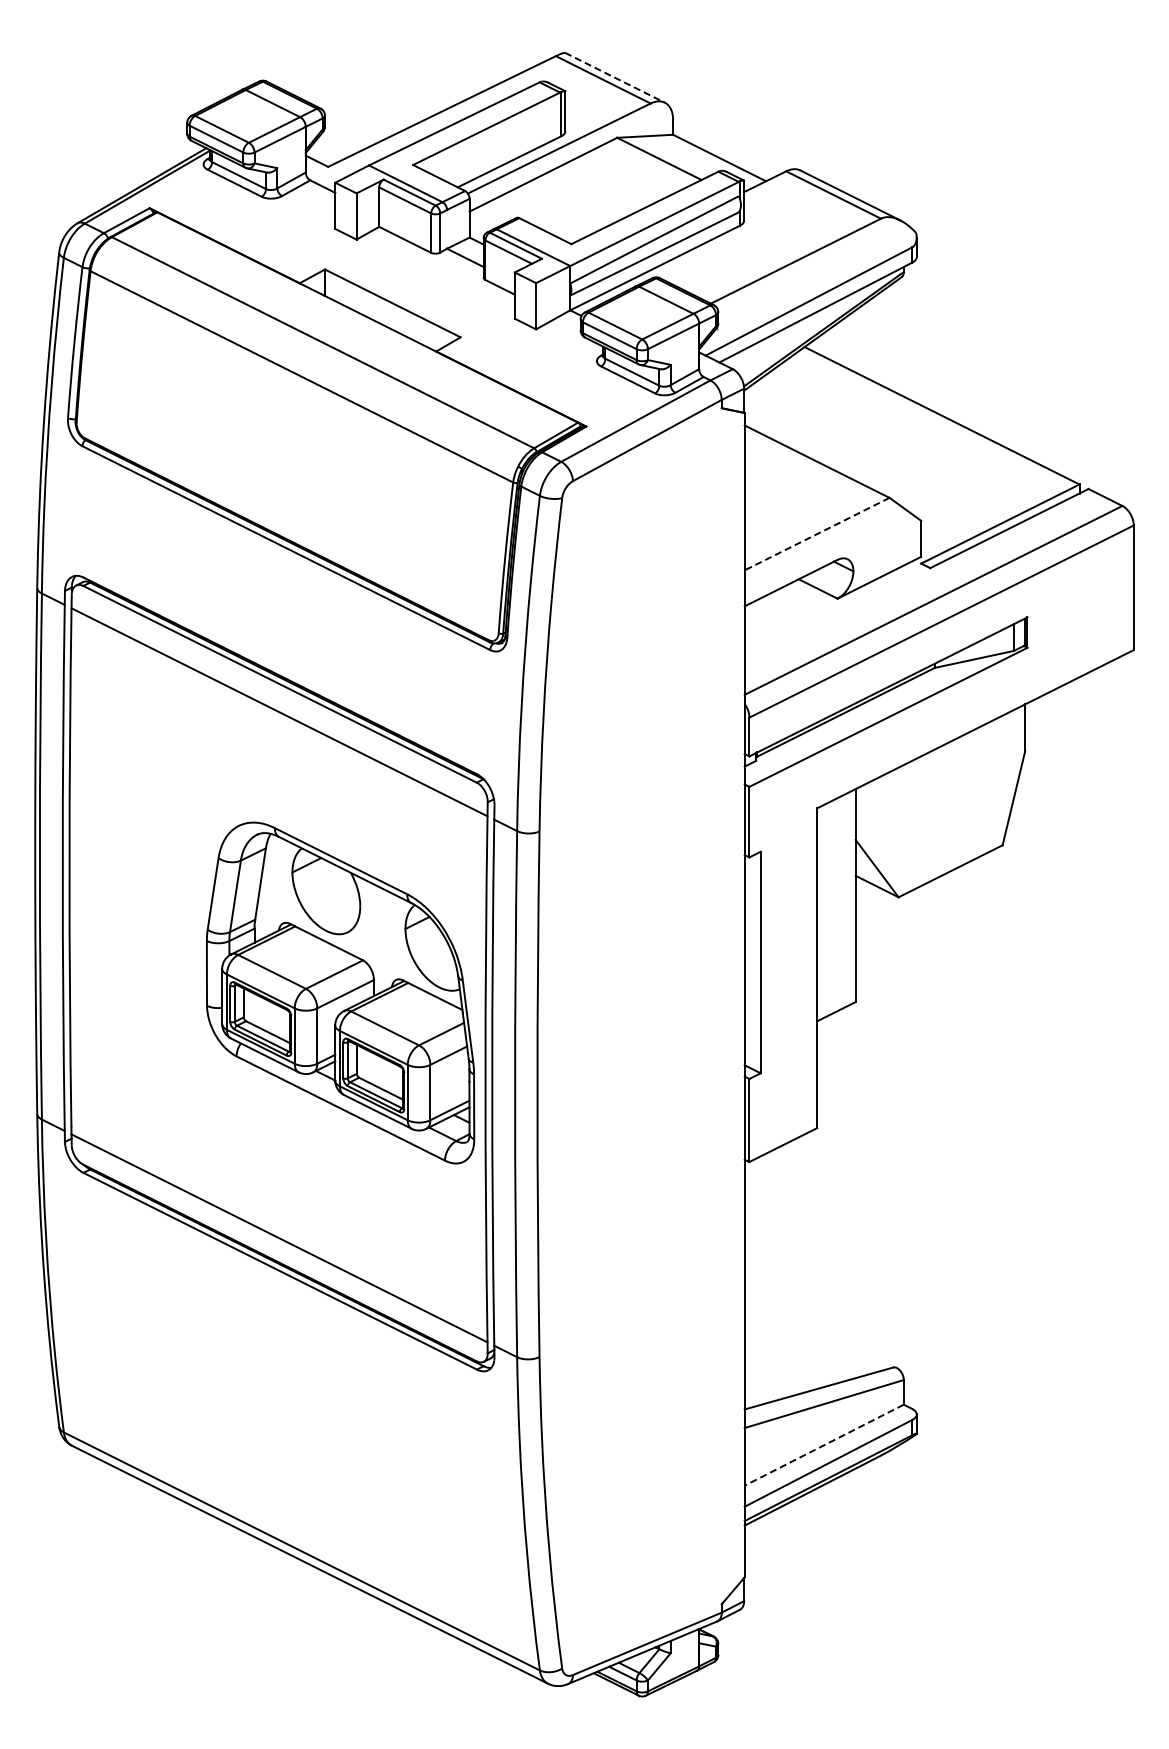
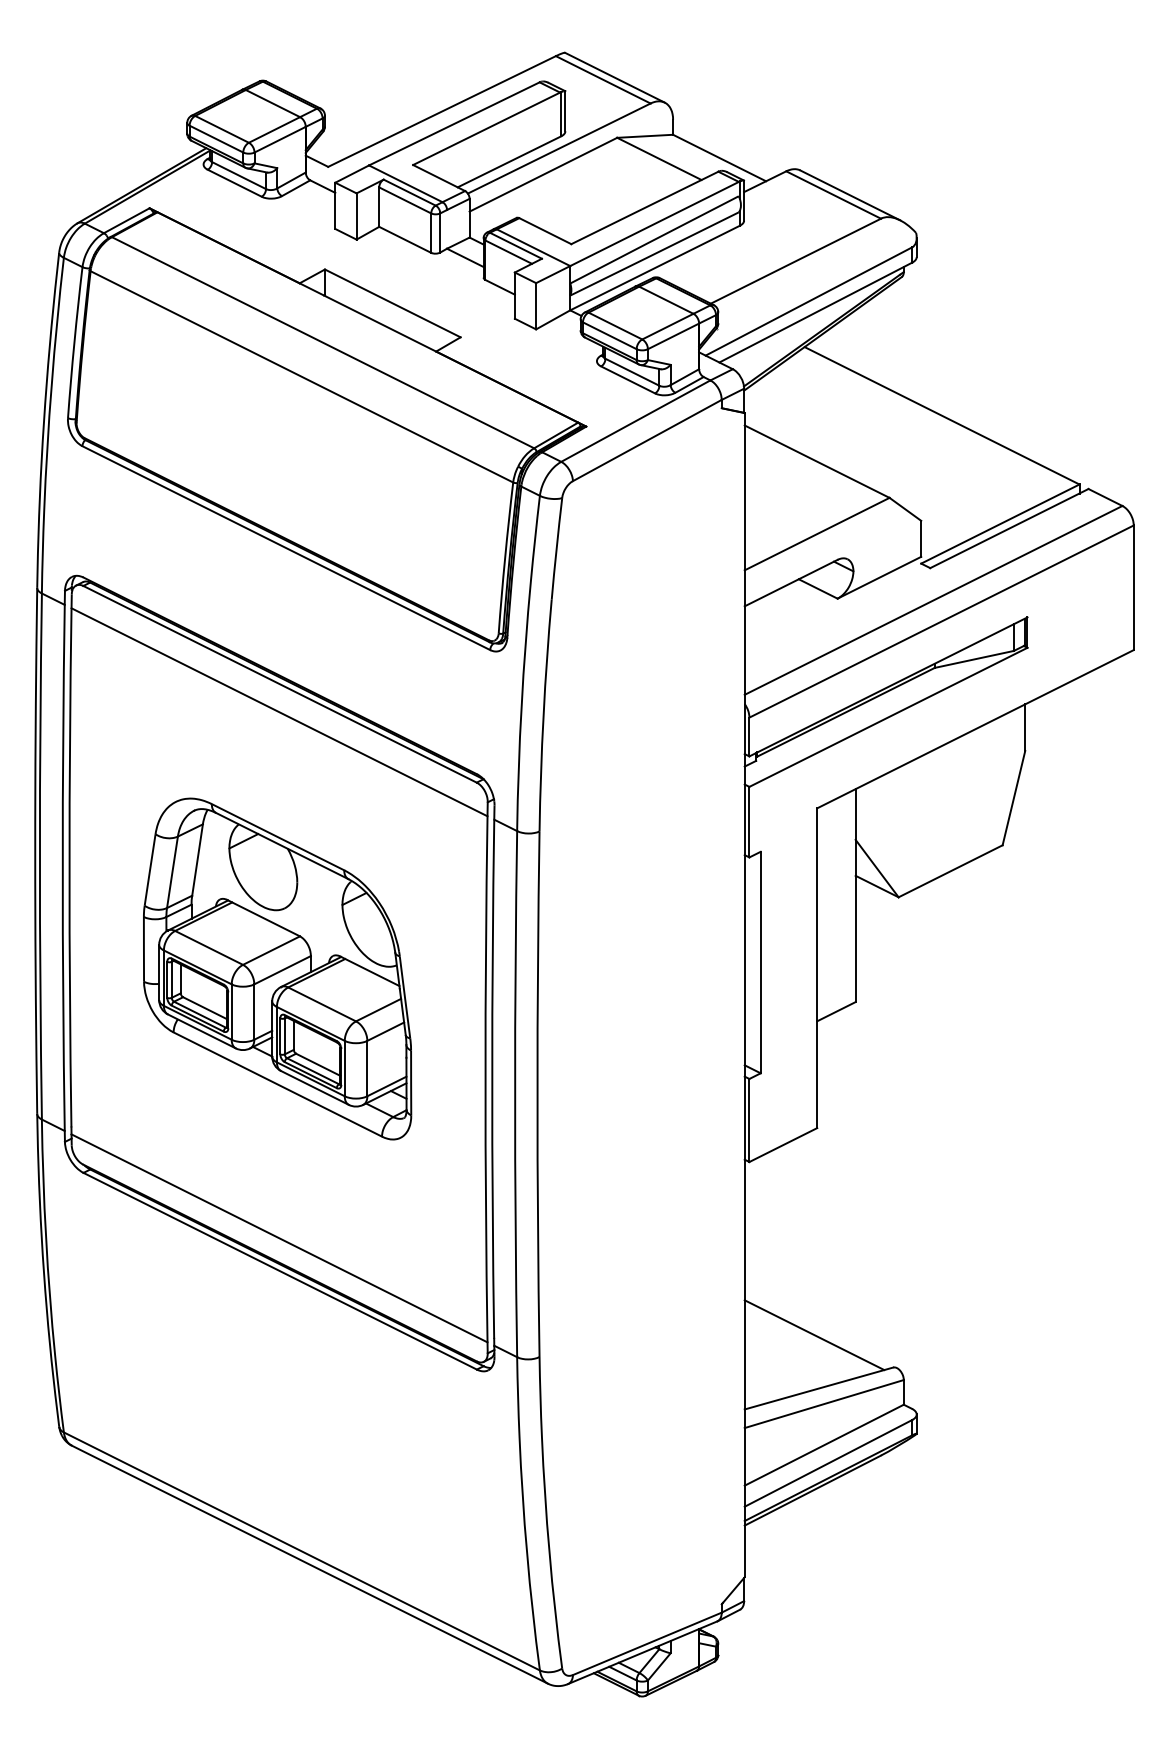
line at (614, 77): dashed -> solid
line at (817, 534): dashed -> solid
part at (340, 992) position: (340, 992) -> (277, 968)
line at (814, 1335): none -> present
line at (823, 1445): dashed -> solid
